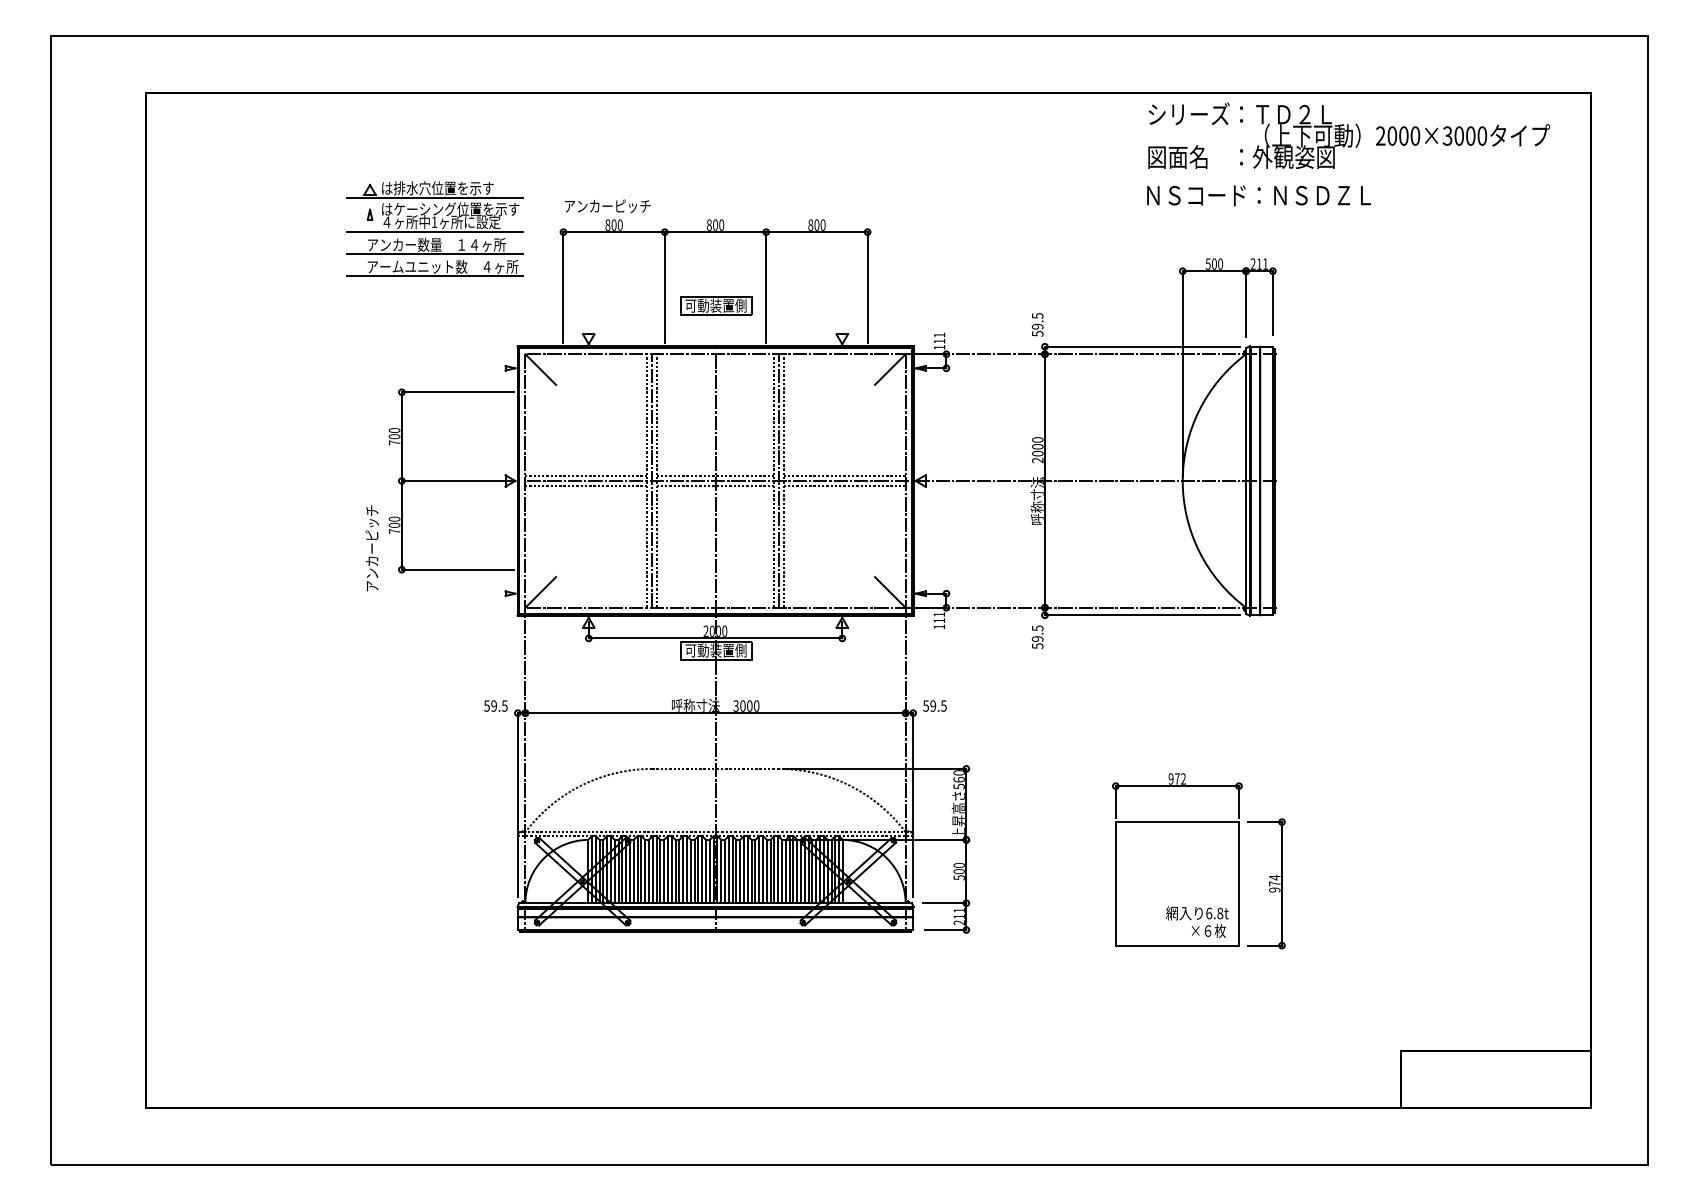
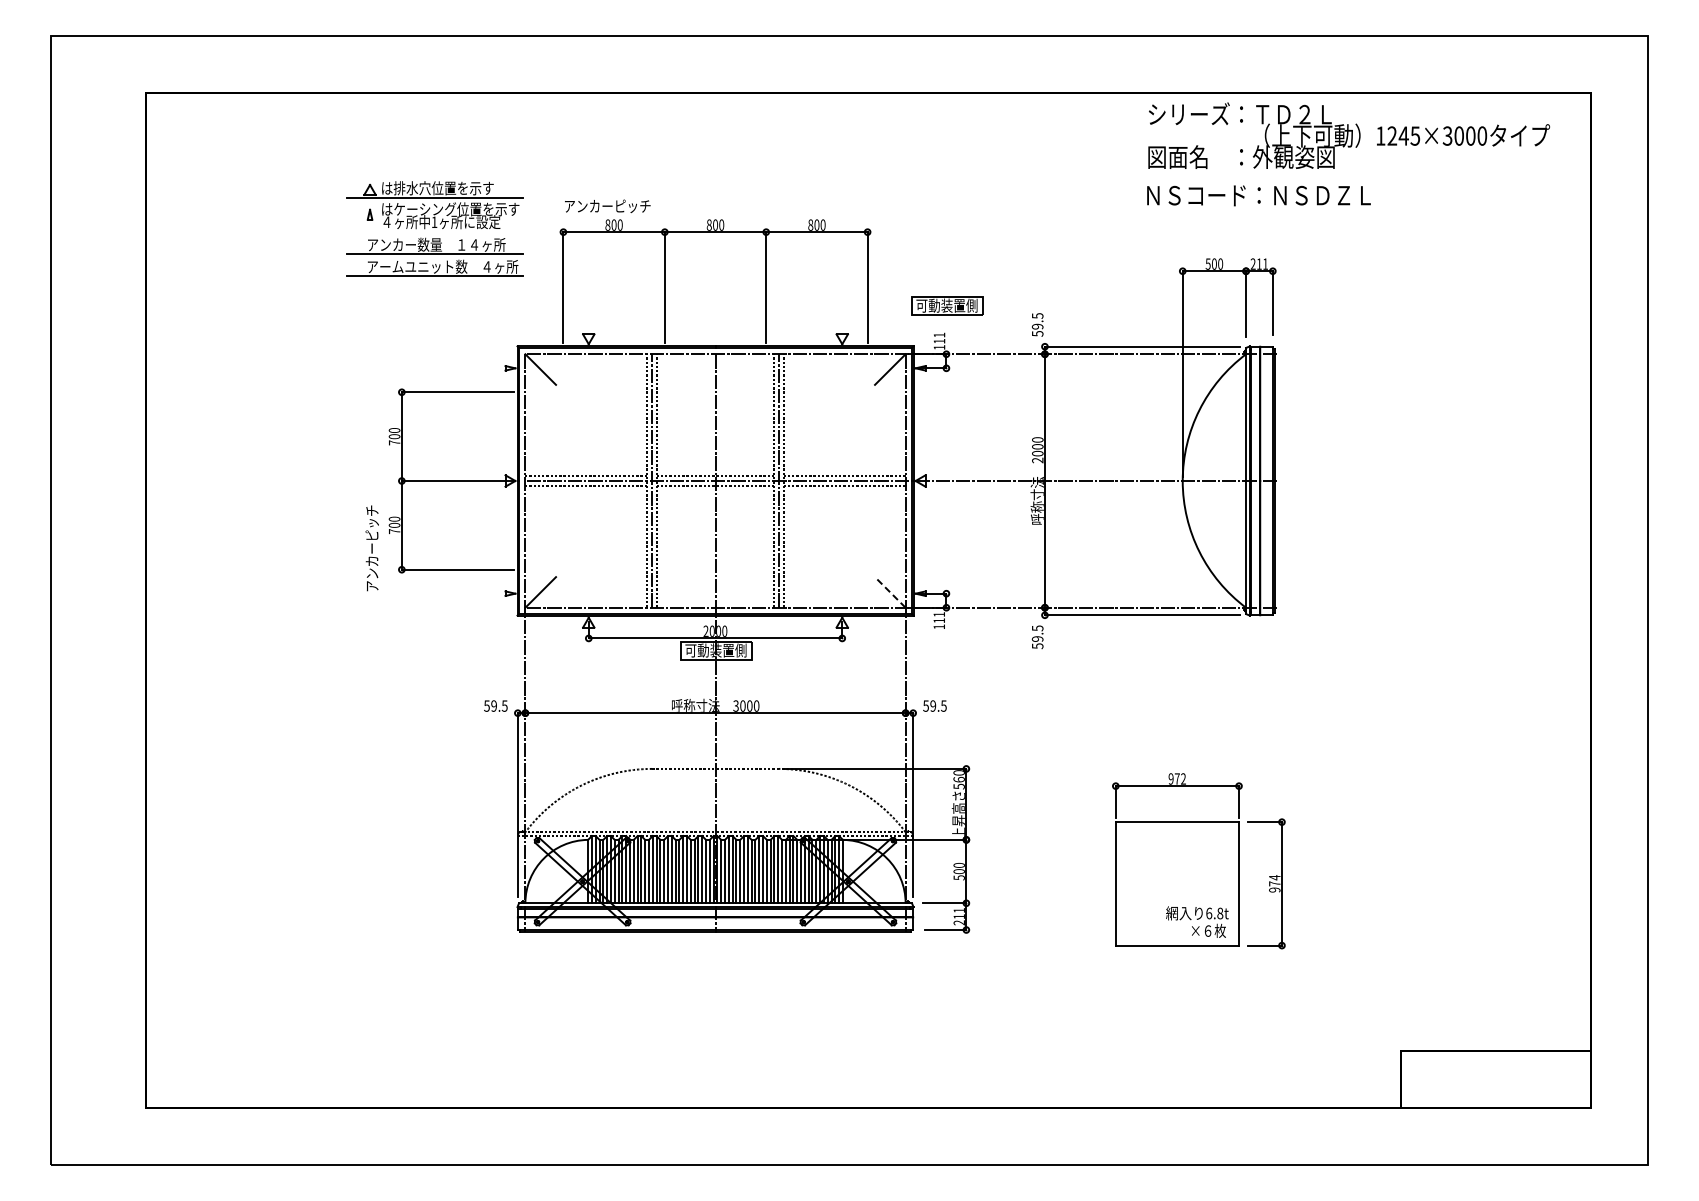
text at (1398, 135): 2000×3000 -> 1245×3000
line at (434, 232): present -> none
part at (716, 305) position: (716, 305) -> (947, 305)
line at (890, 592): solid -> dashed
